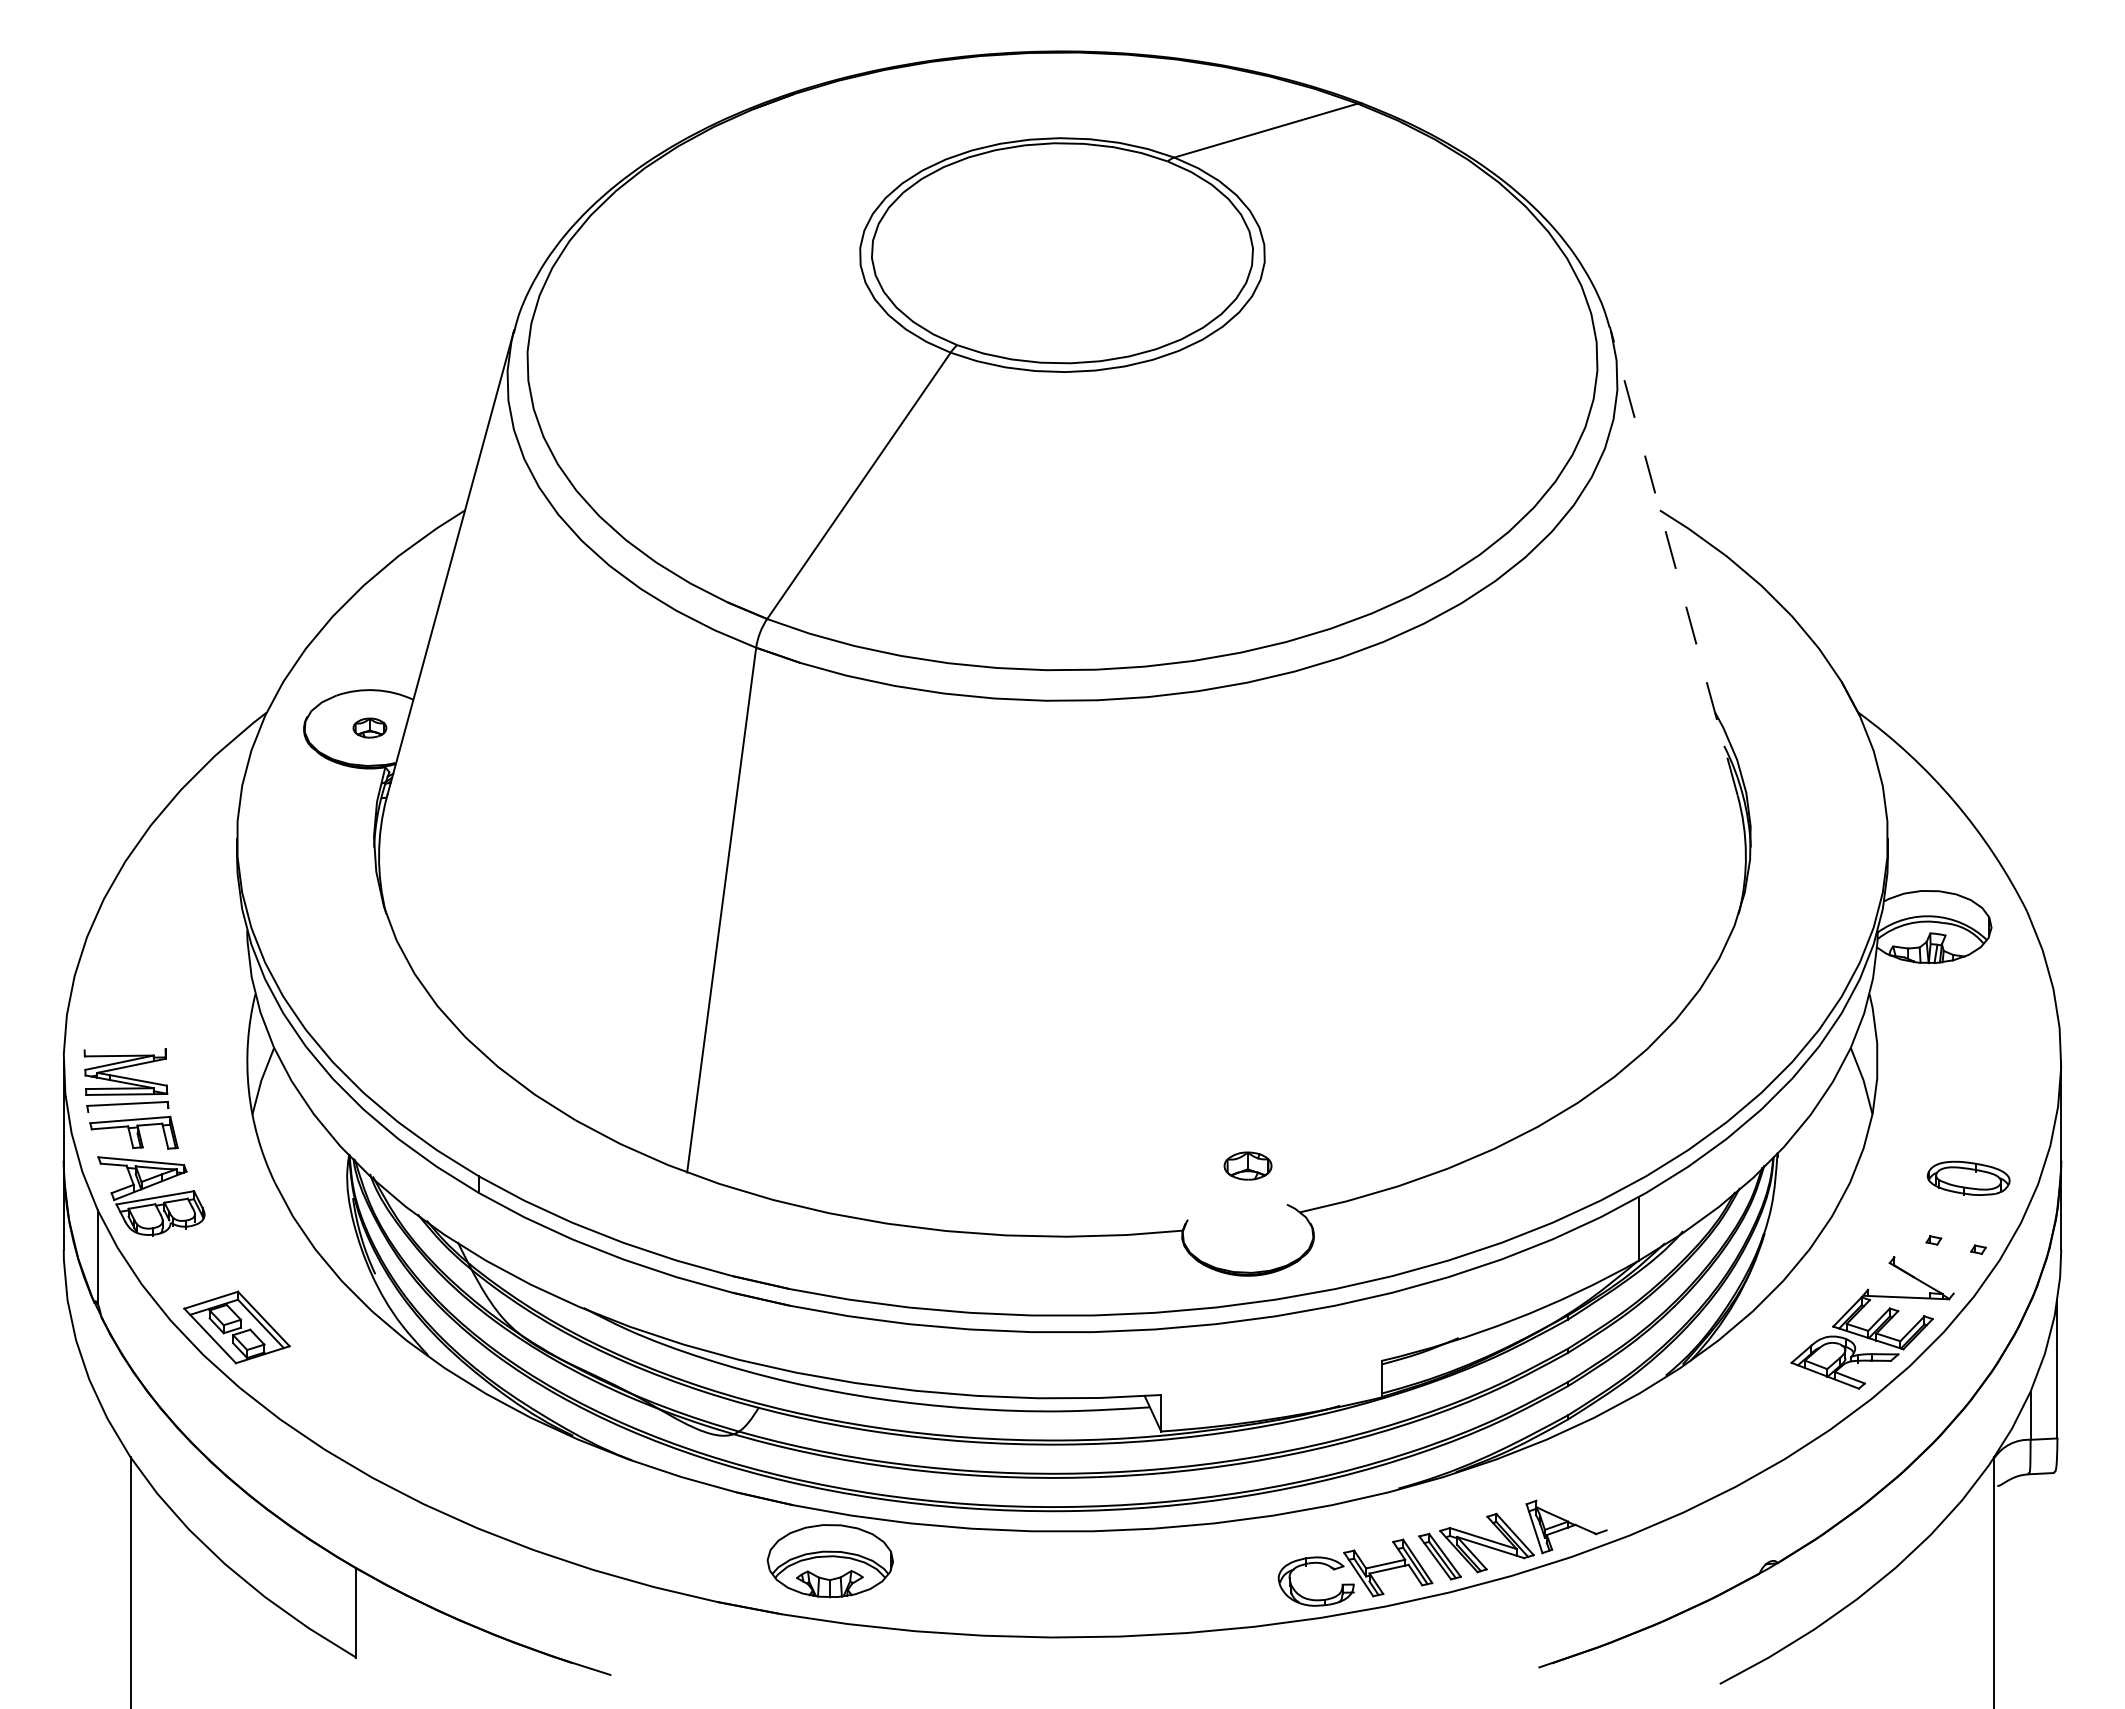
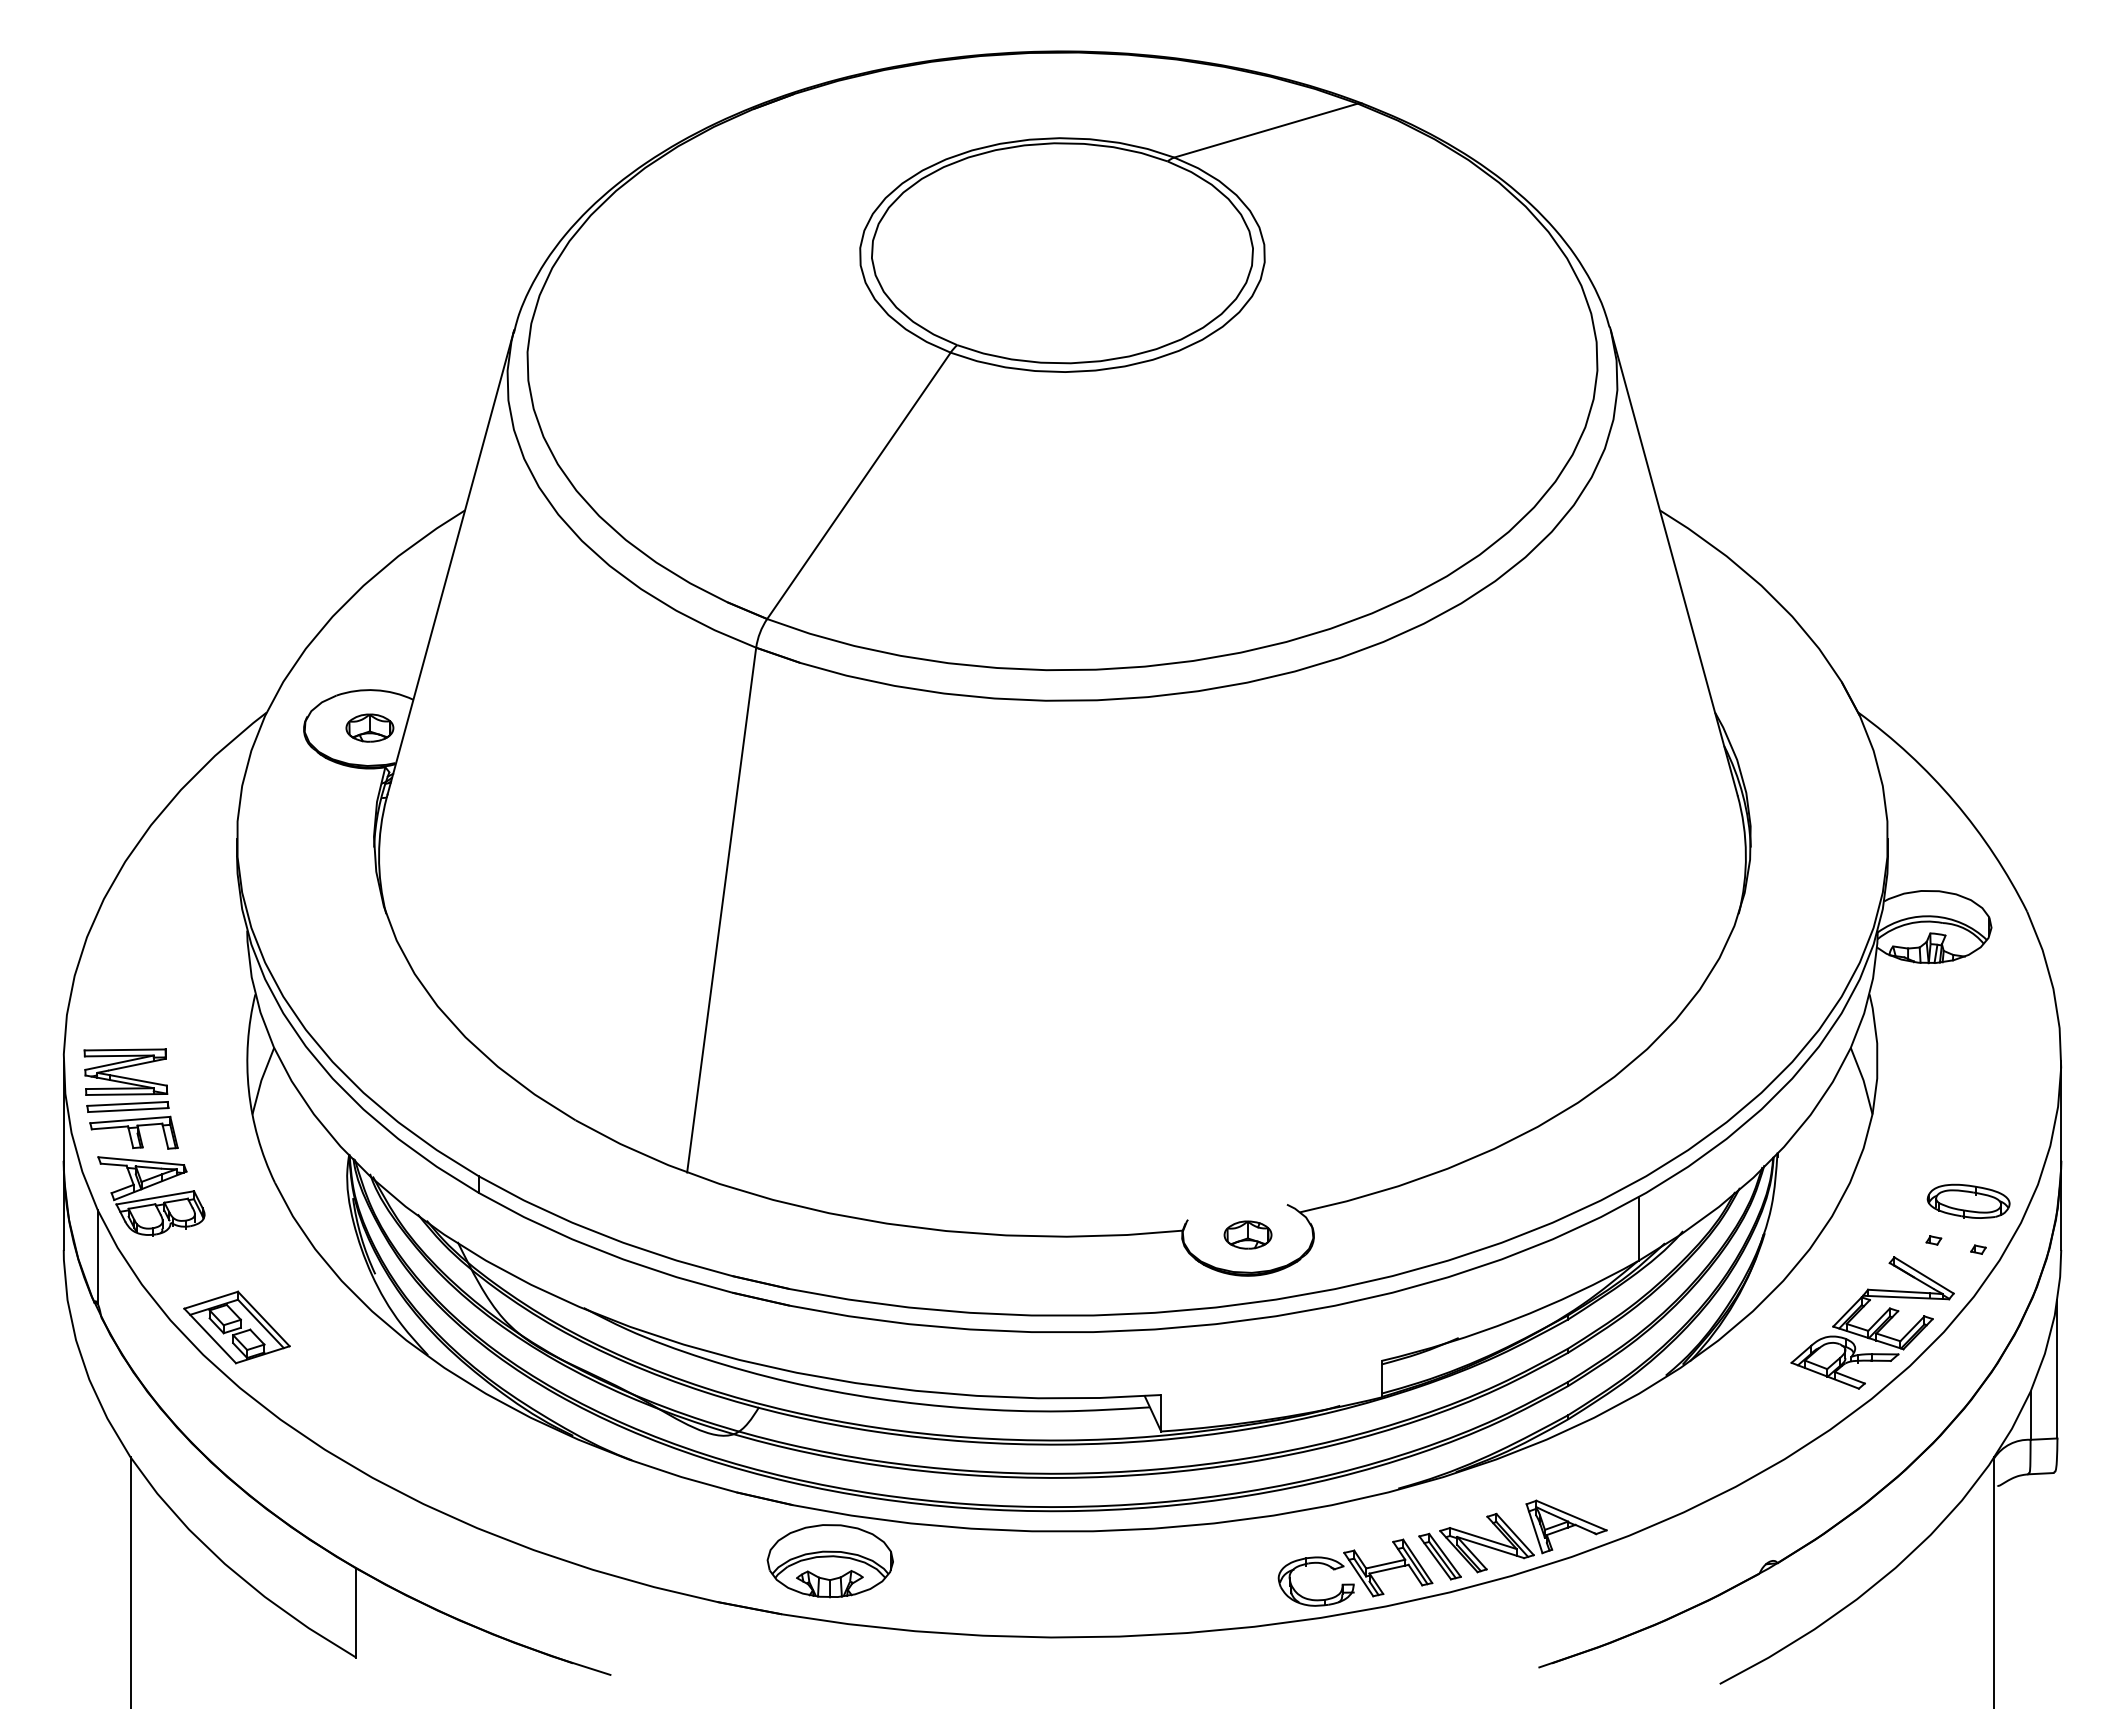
line at (1674, 563): dashed -> solid
part at (369, 727) size: 36x22 px -> 50x30 px
line at (124, 1049): none -> present
line at (128, 1110): none -> present
part at (1247, 1165) position: (1247, 1165) -> (1247, 1234)
part at (1968, 1177) position: (1968, 1177) -> (1968, 1200)
line at (1923, 1275): none -> present
line at (1898, 1291): none -> present
line at (1571, 1515): none -> present
